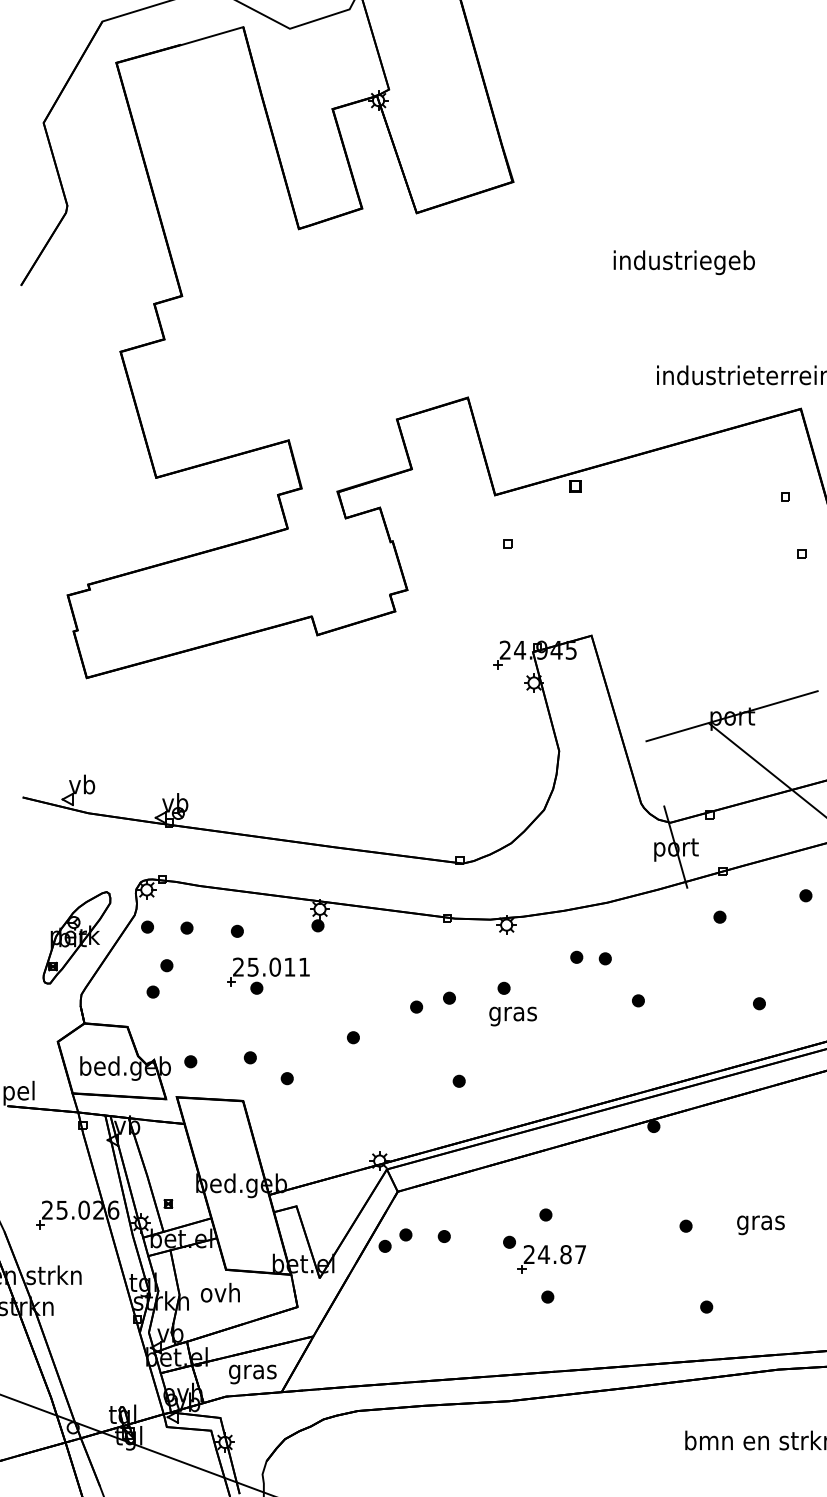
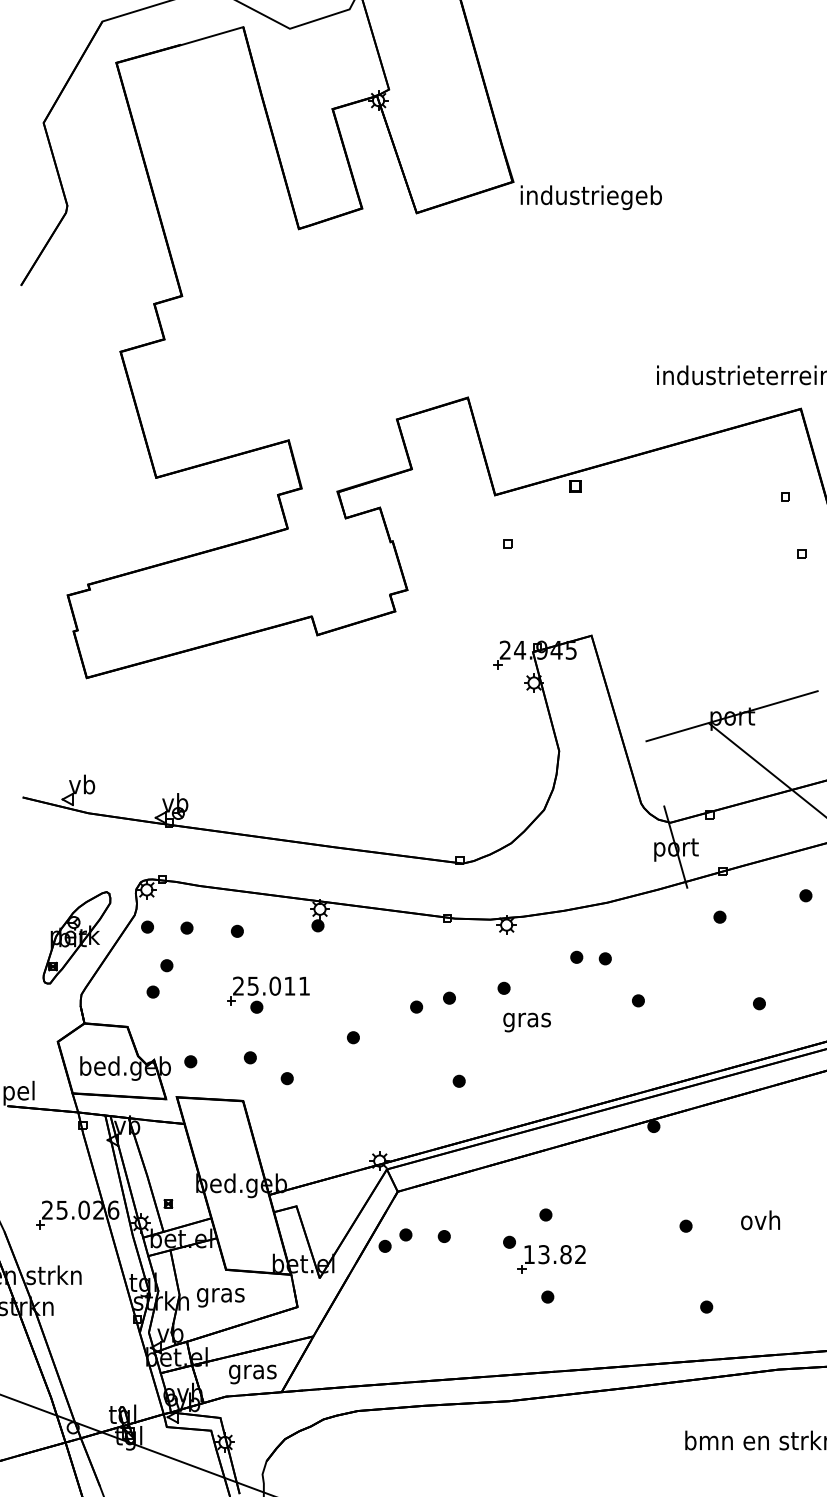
text at (683, 262) position: (683, 262) -> (590, 197)
part at (268, 975) position: (268, 975) -> (268, 994)
text at (512, 1016) position: (512, 1016) -> (526, 1022)
text at (760, 1222): gras -> ovh
text at (554, 1254): 24.87 -> 13.82
text at (220, 1294): ovh -> gras
